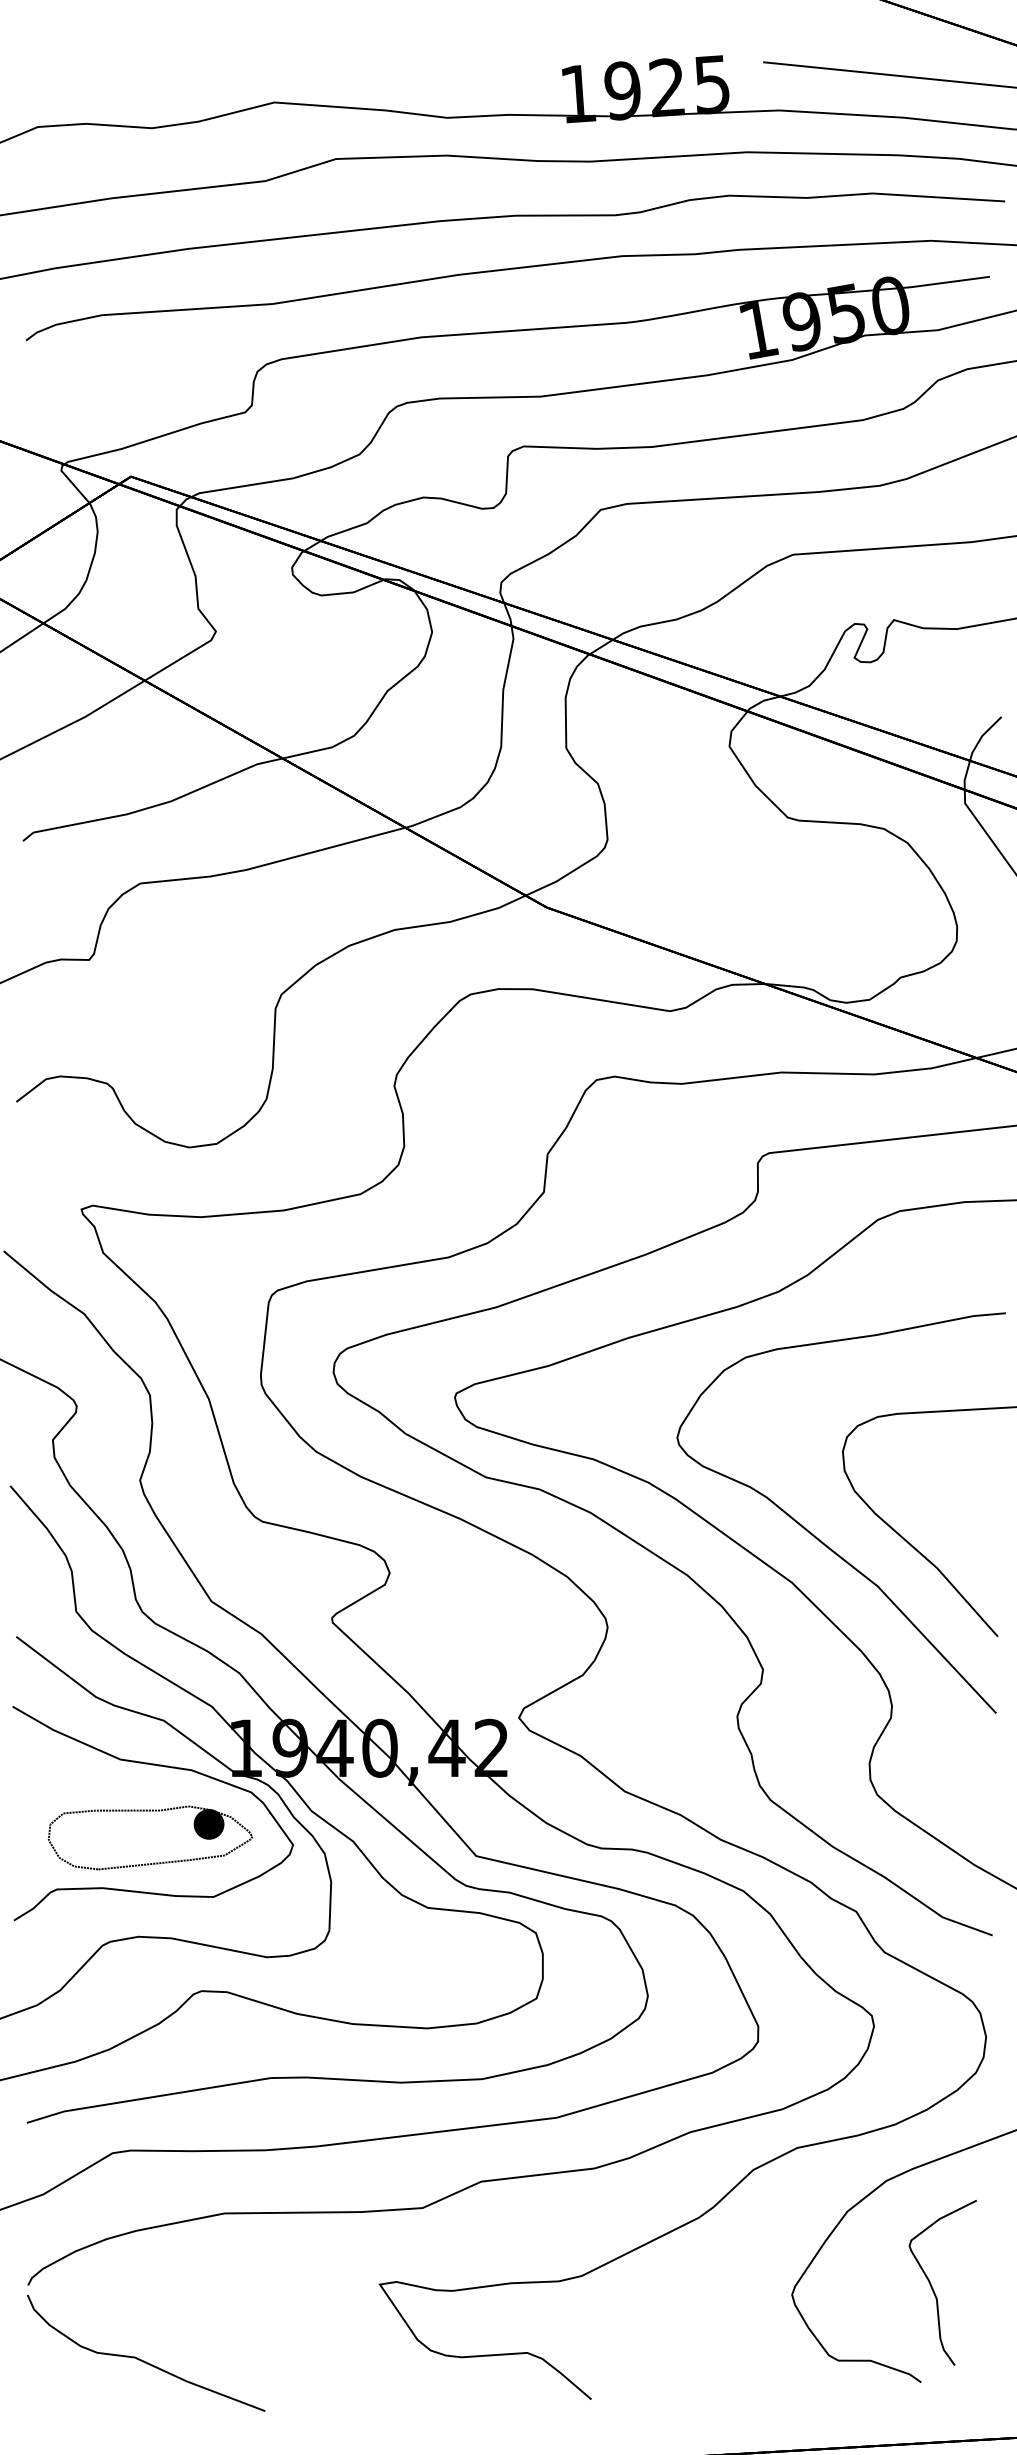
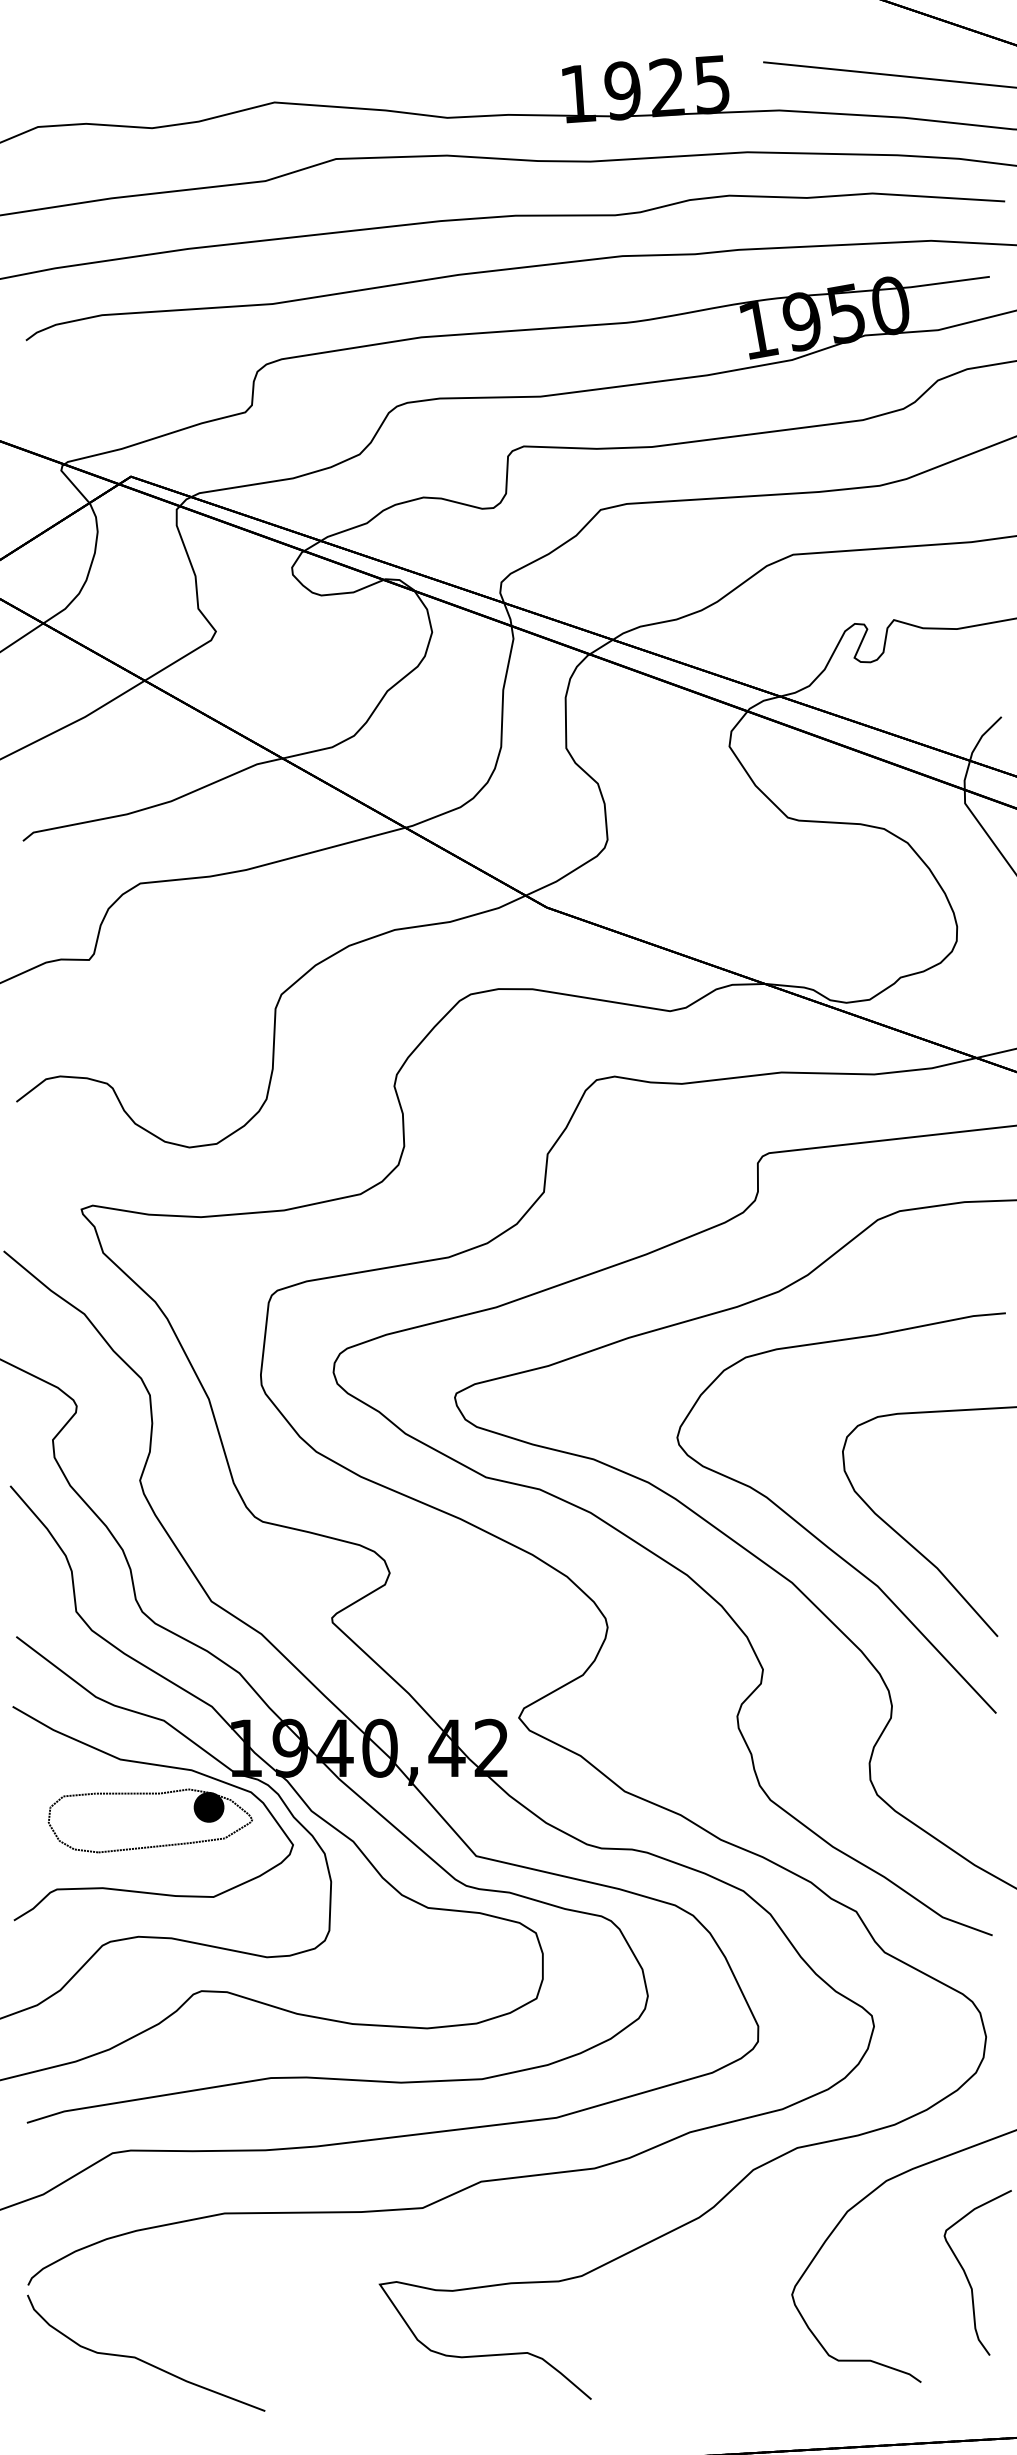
part at (153, 1862) position: (153, 1862) -> (153, 1845)
curve at (932, 2286) position: (932, 2286) -> (967, 2276)
